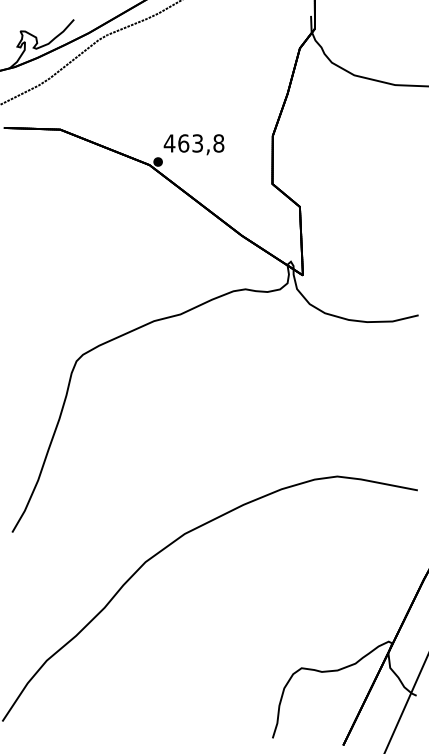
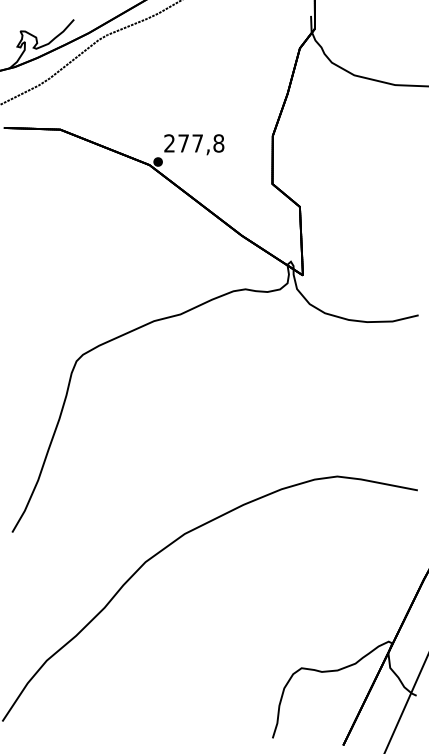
text at (182, 143): 463,8 -> 277,8
